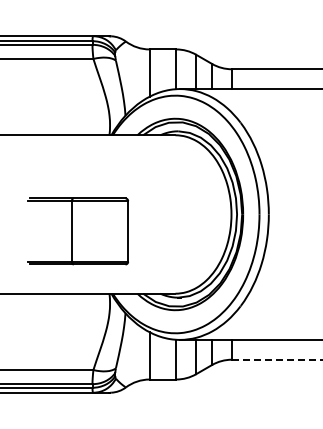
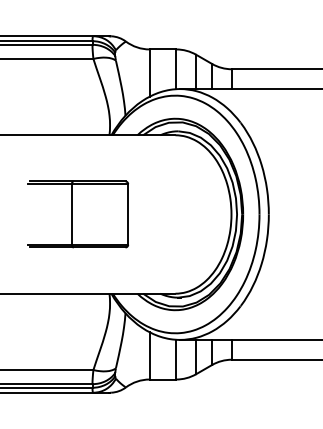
part at (77, 231) position: (77, 231) -> (77, 214)
line at (277, 359): dashed -> solid
